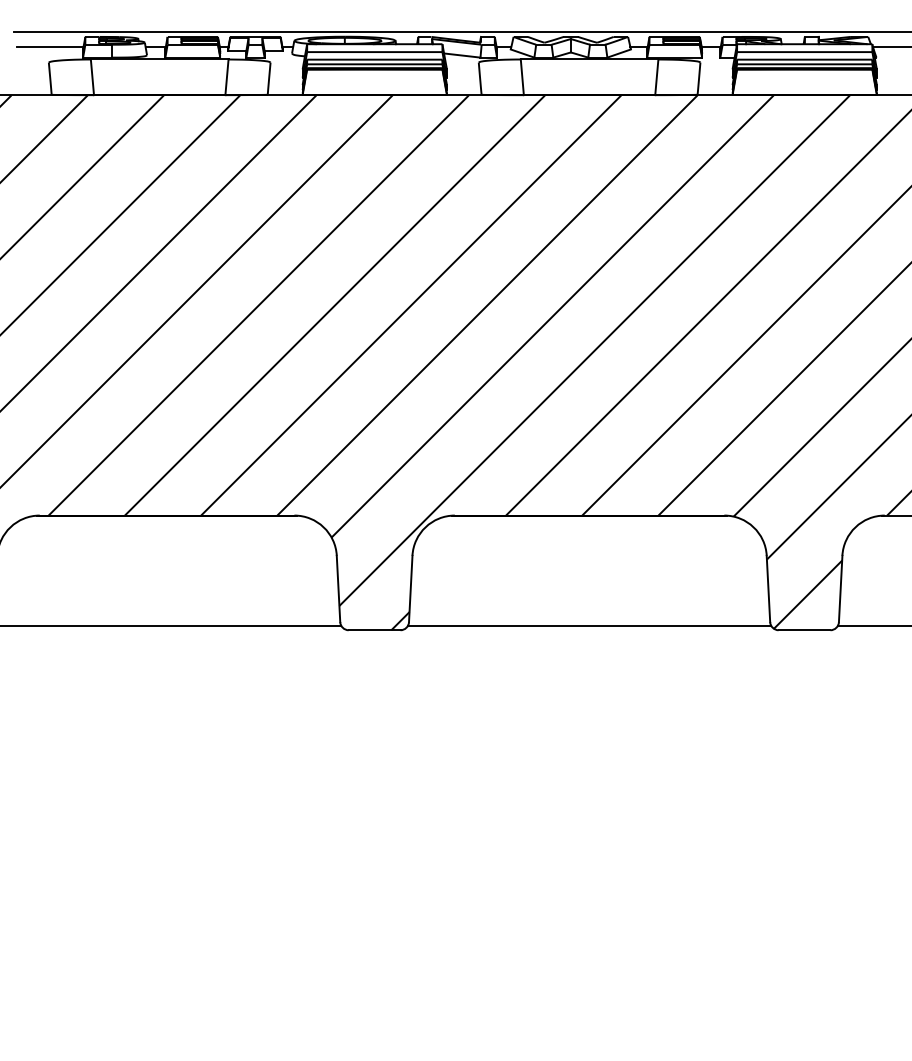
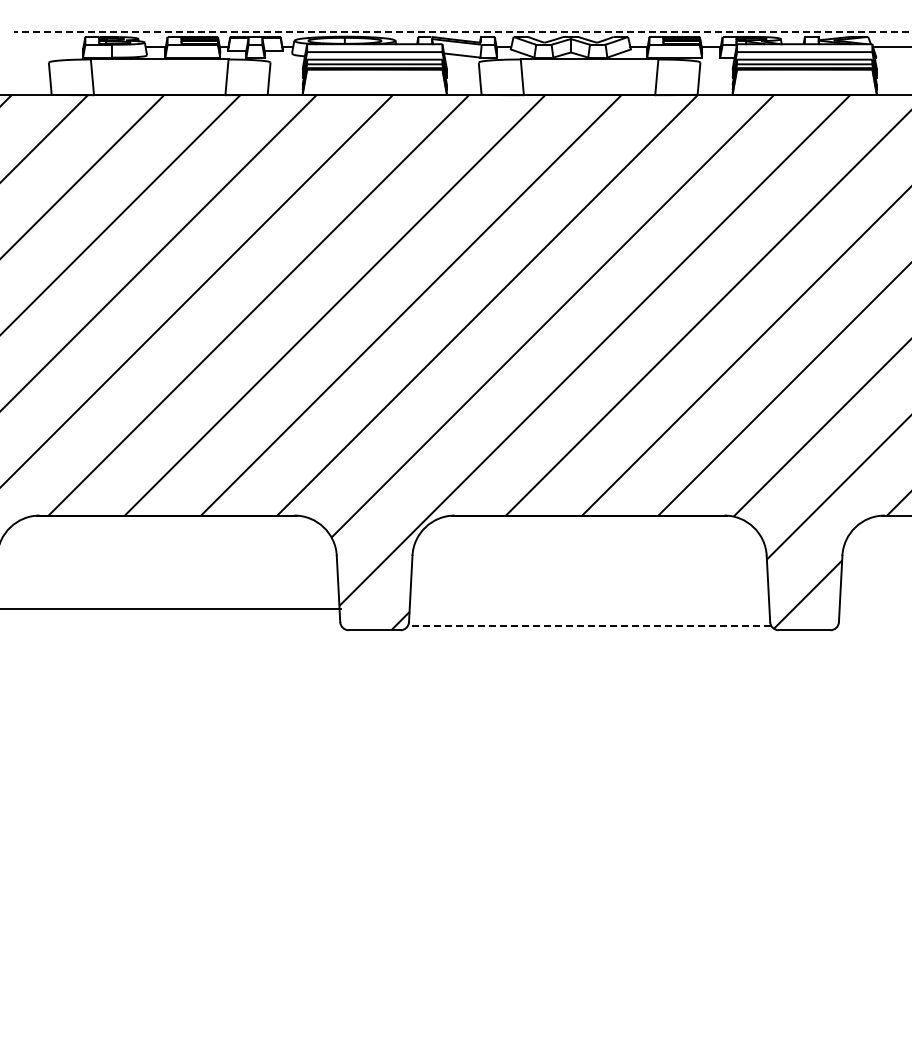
line at (463, 31): solid -> dashed
line at (49, 46): present -> none
line at (171, 626) position: (171, 626) -> (171, 609)
line at (589, 626): solid -> dashed
line at (872, 626): present -> none
